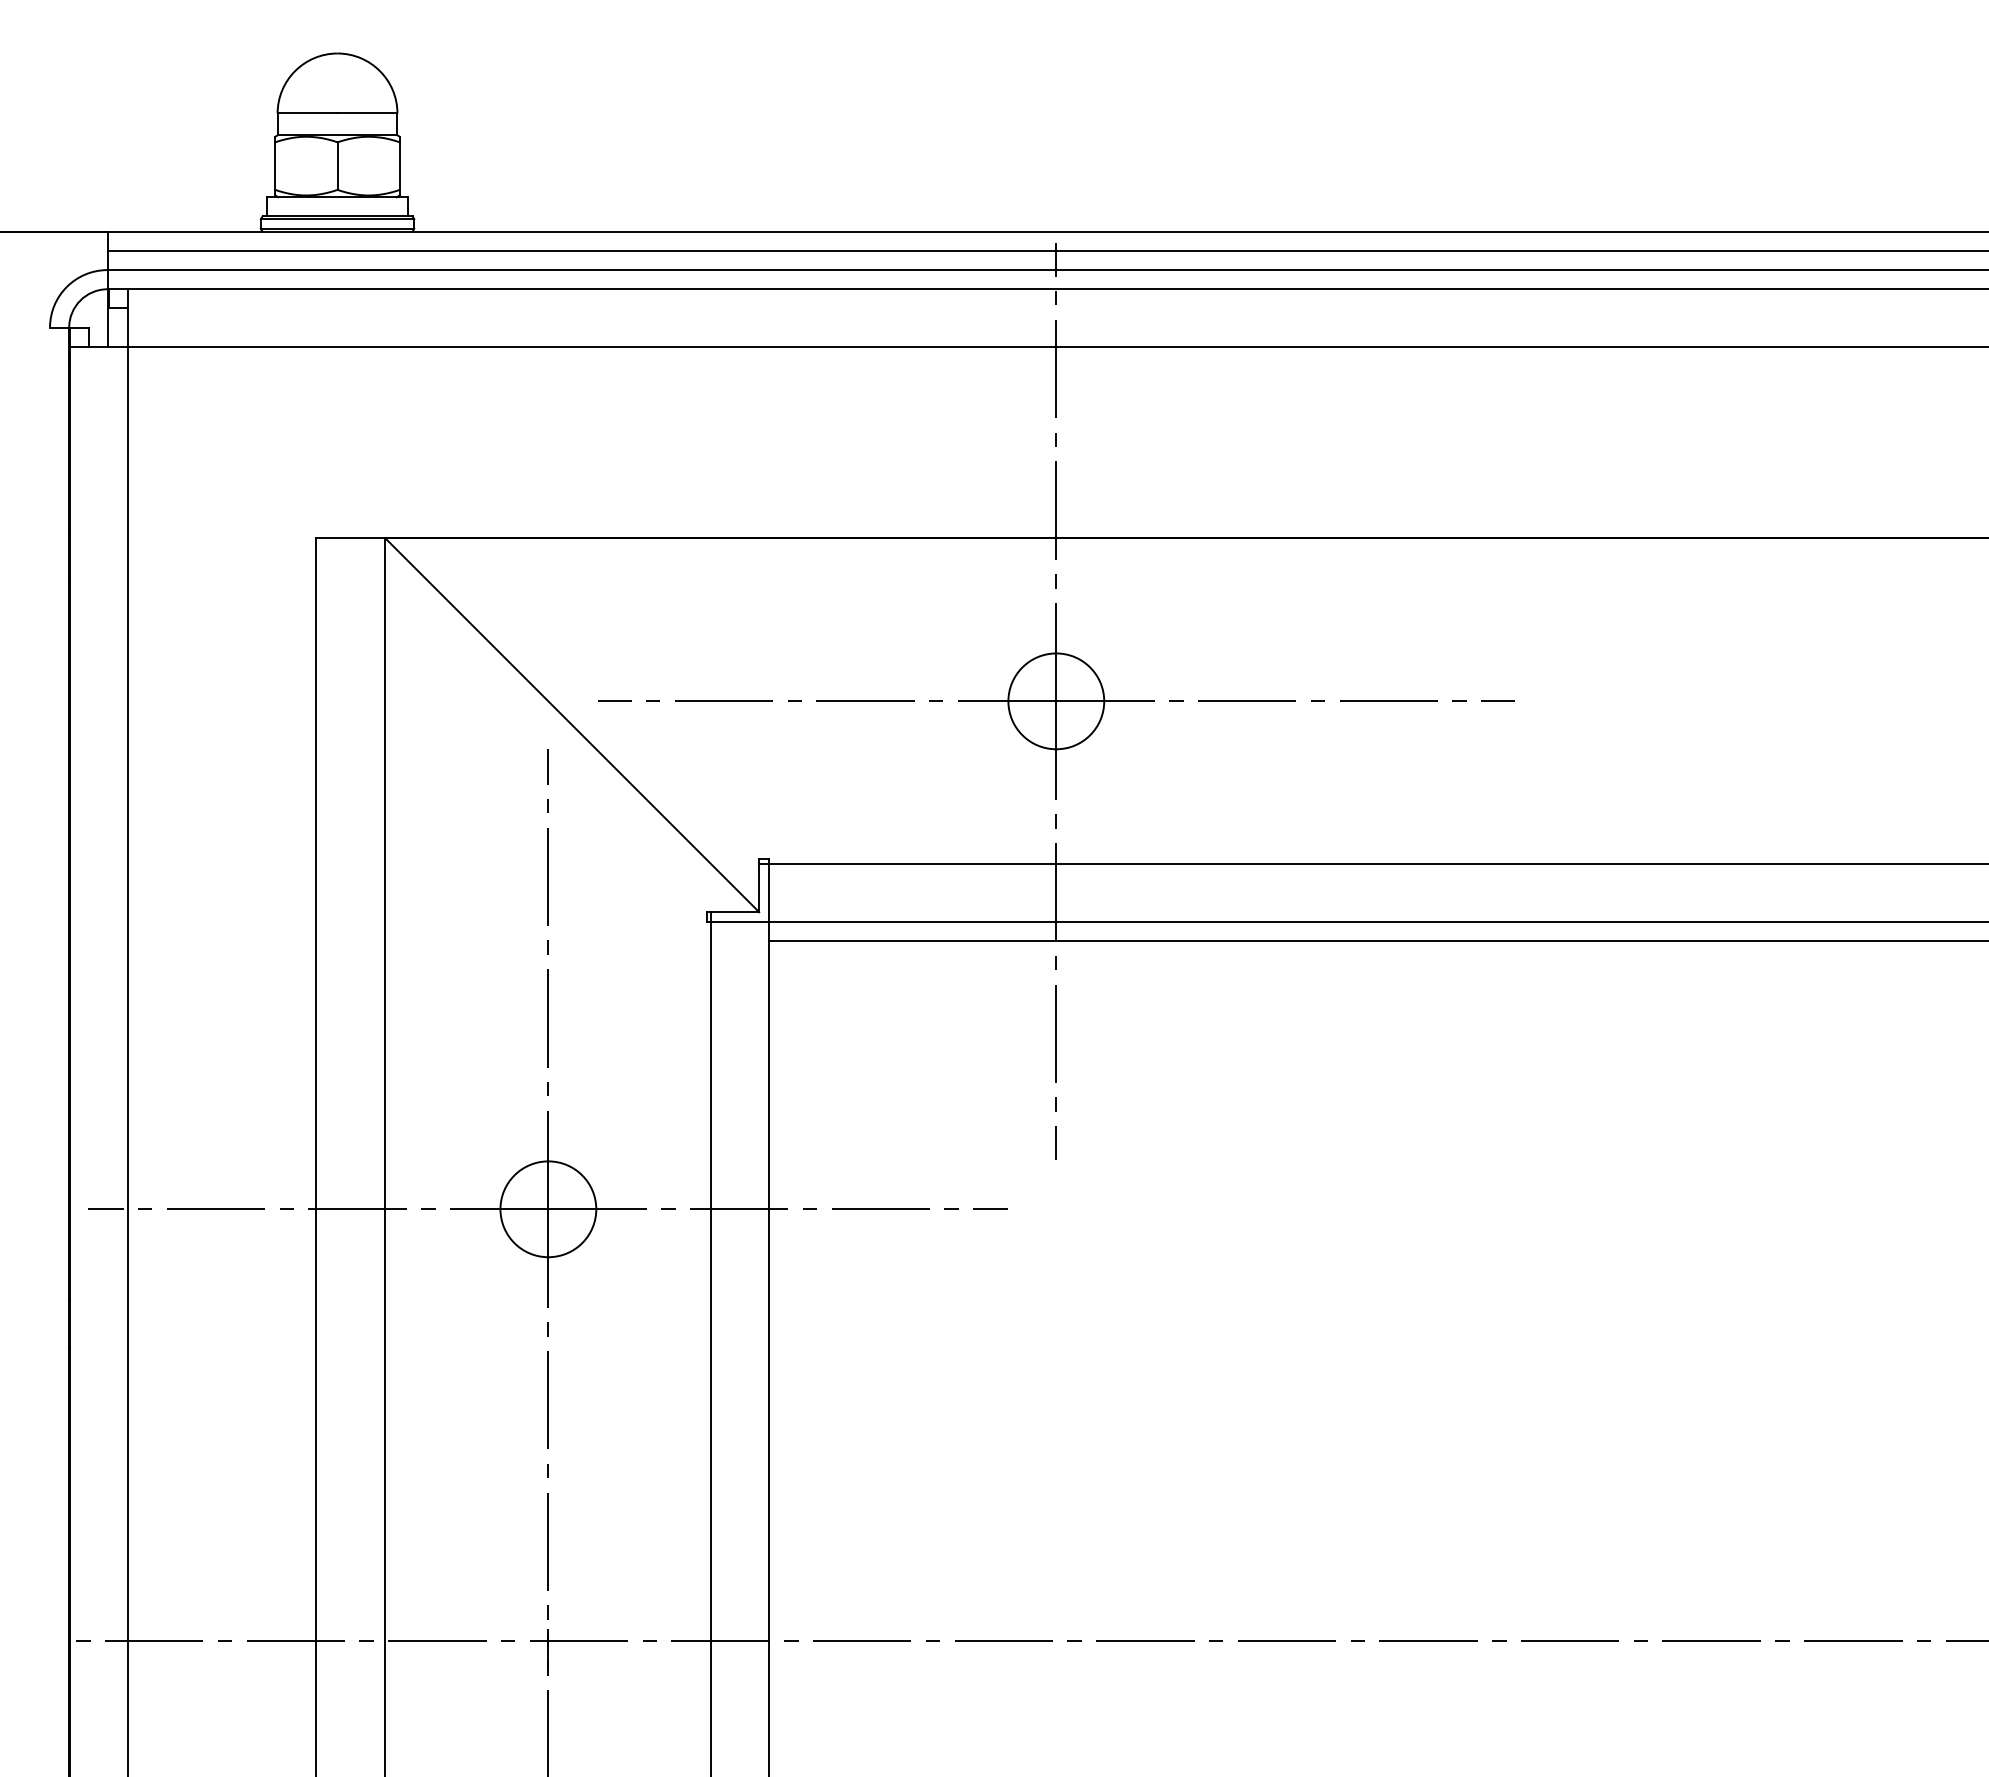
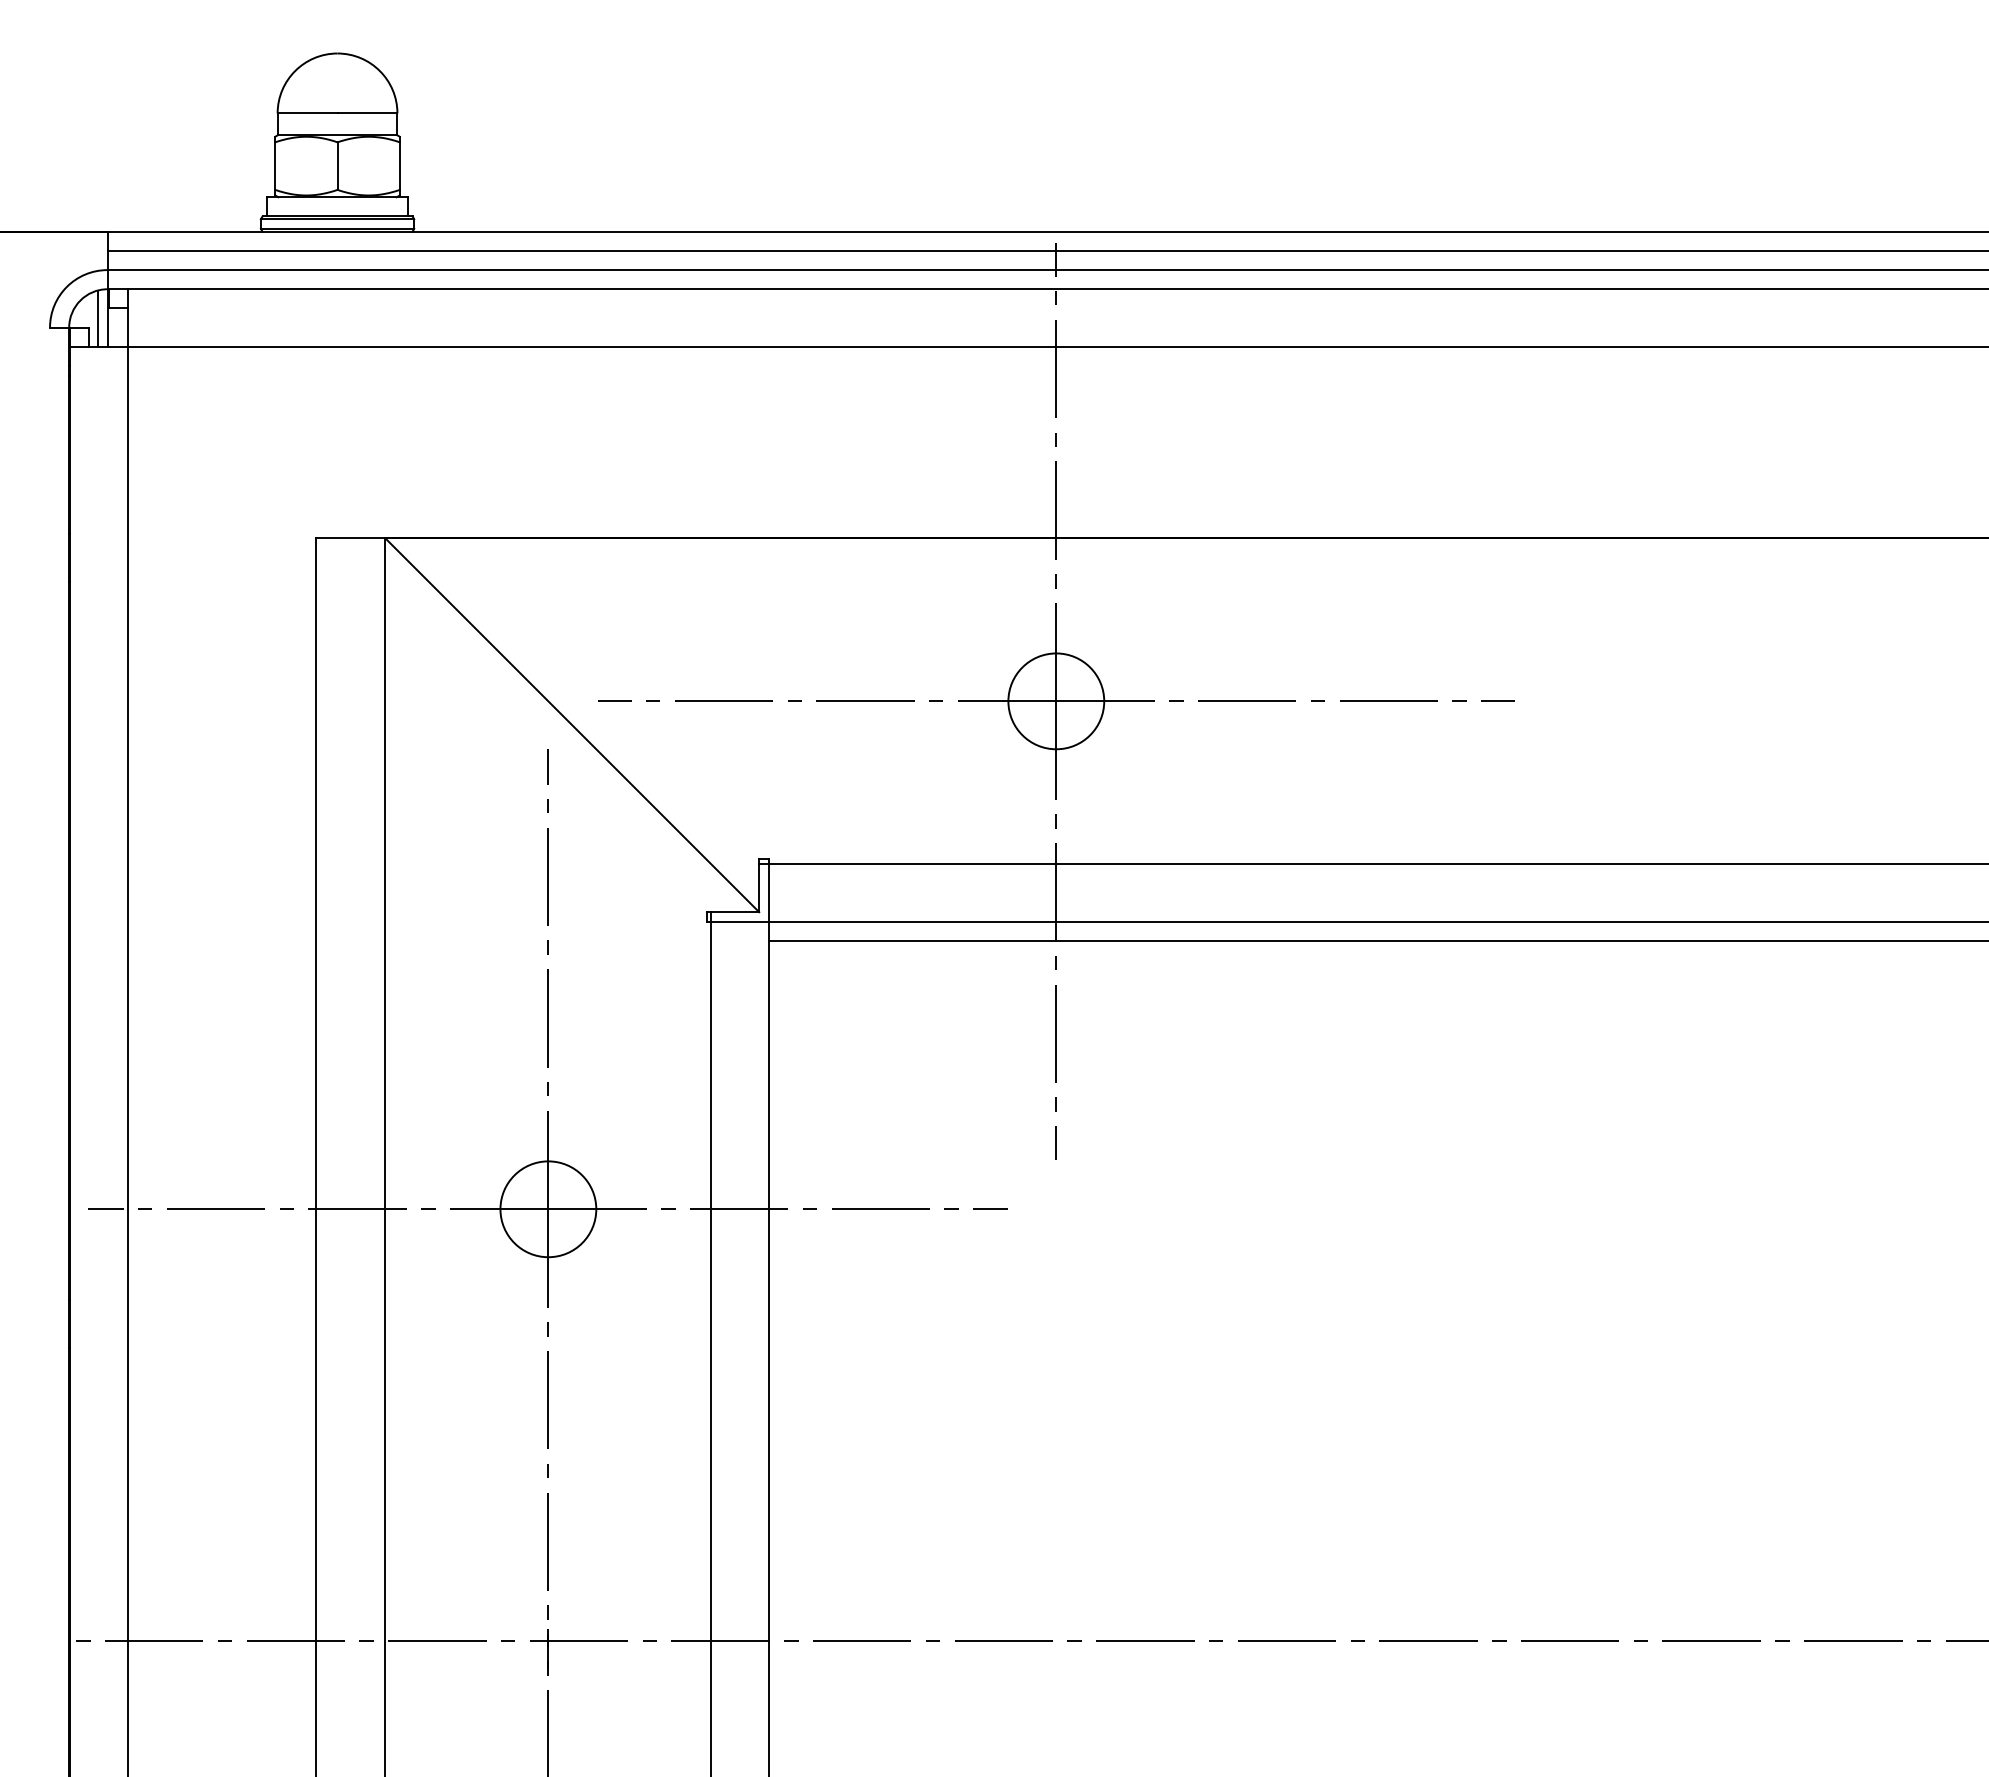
line at (97, 318): none -> present
